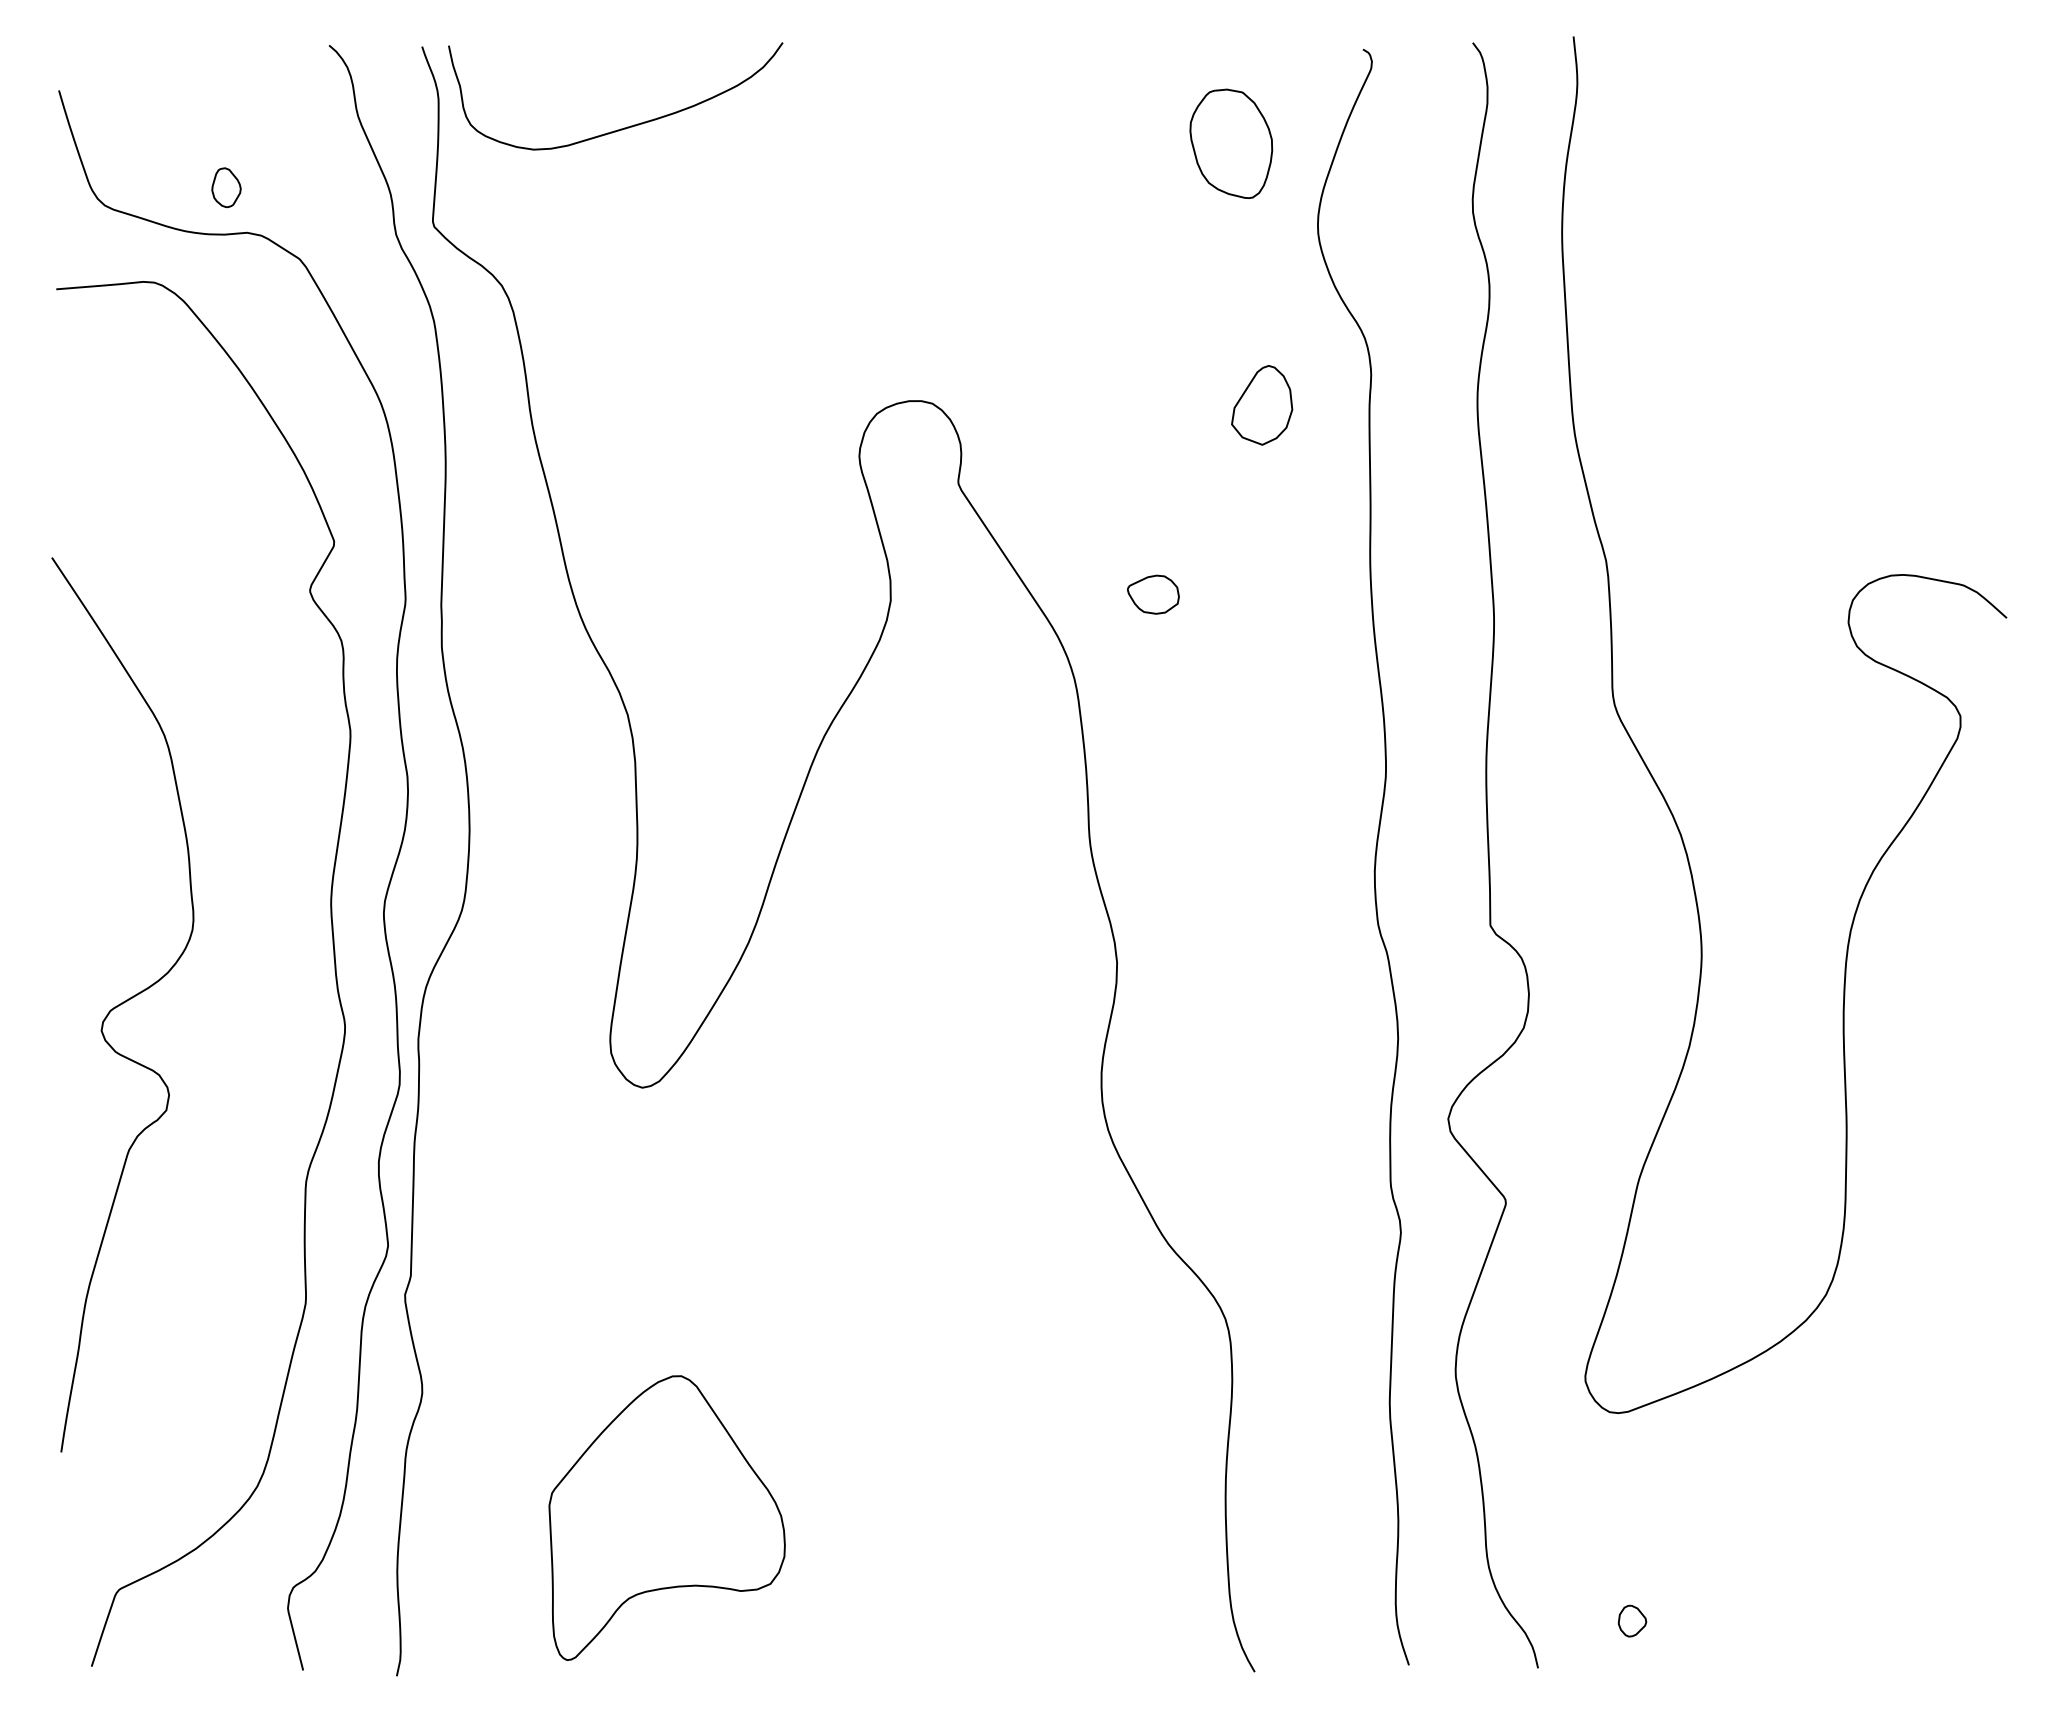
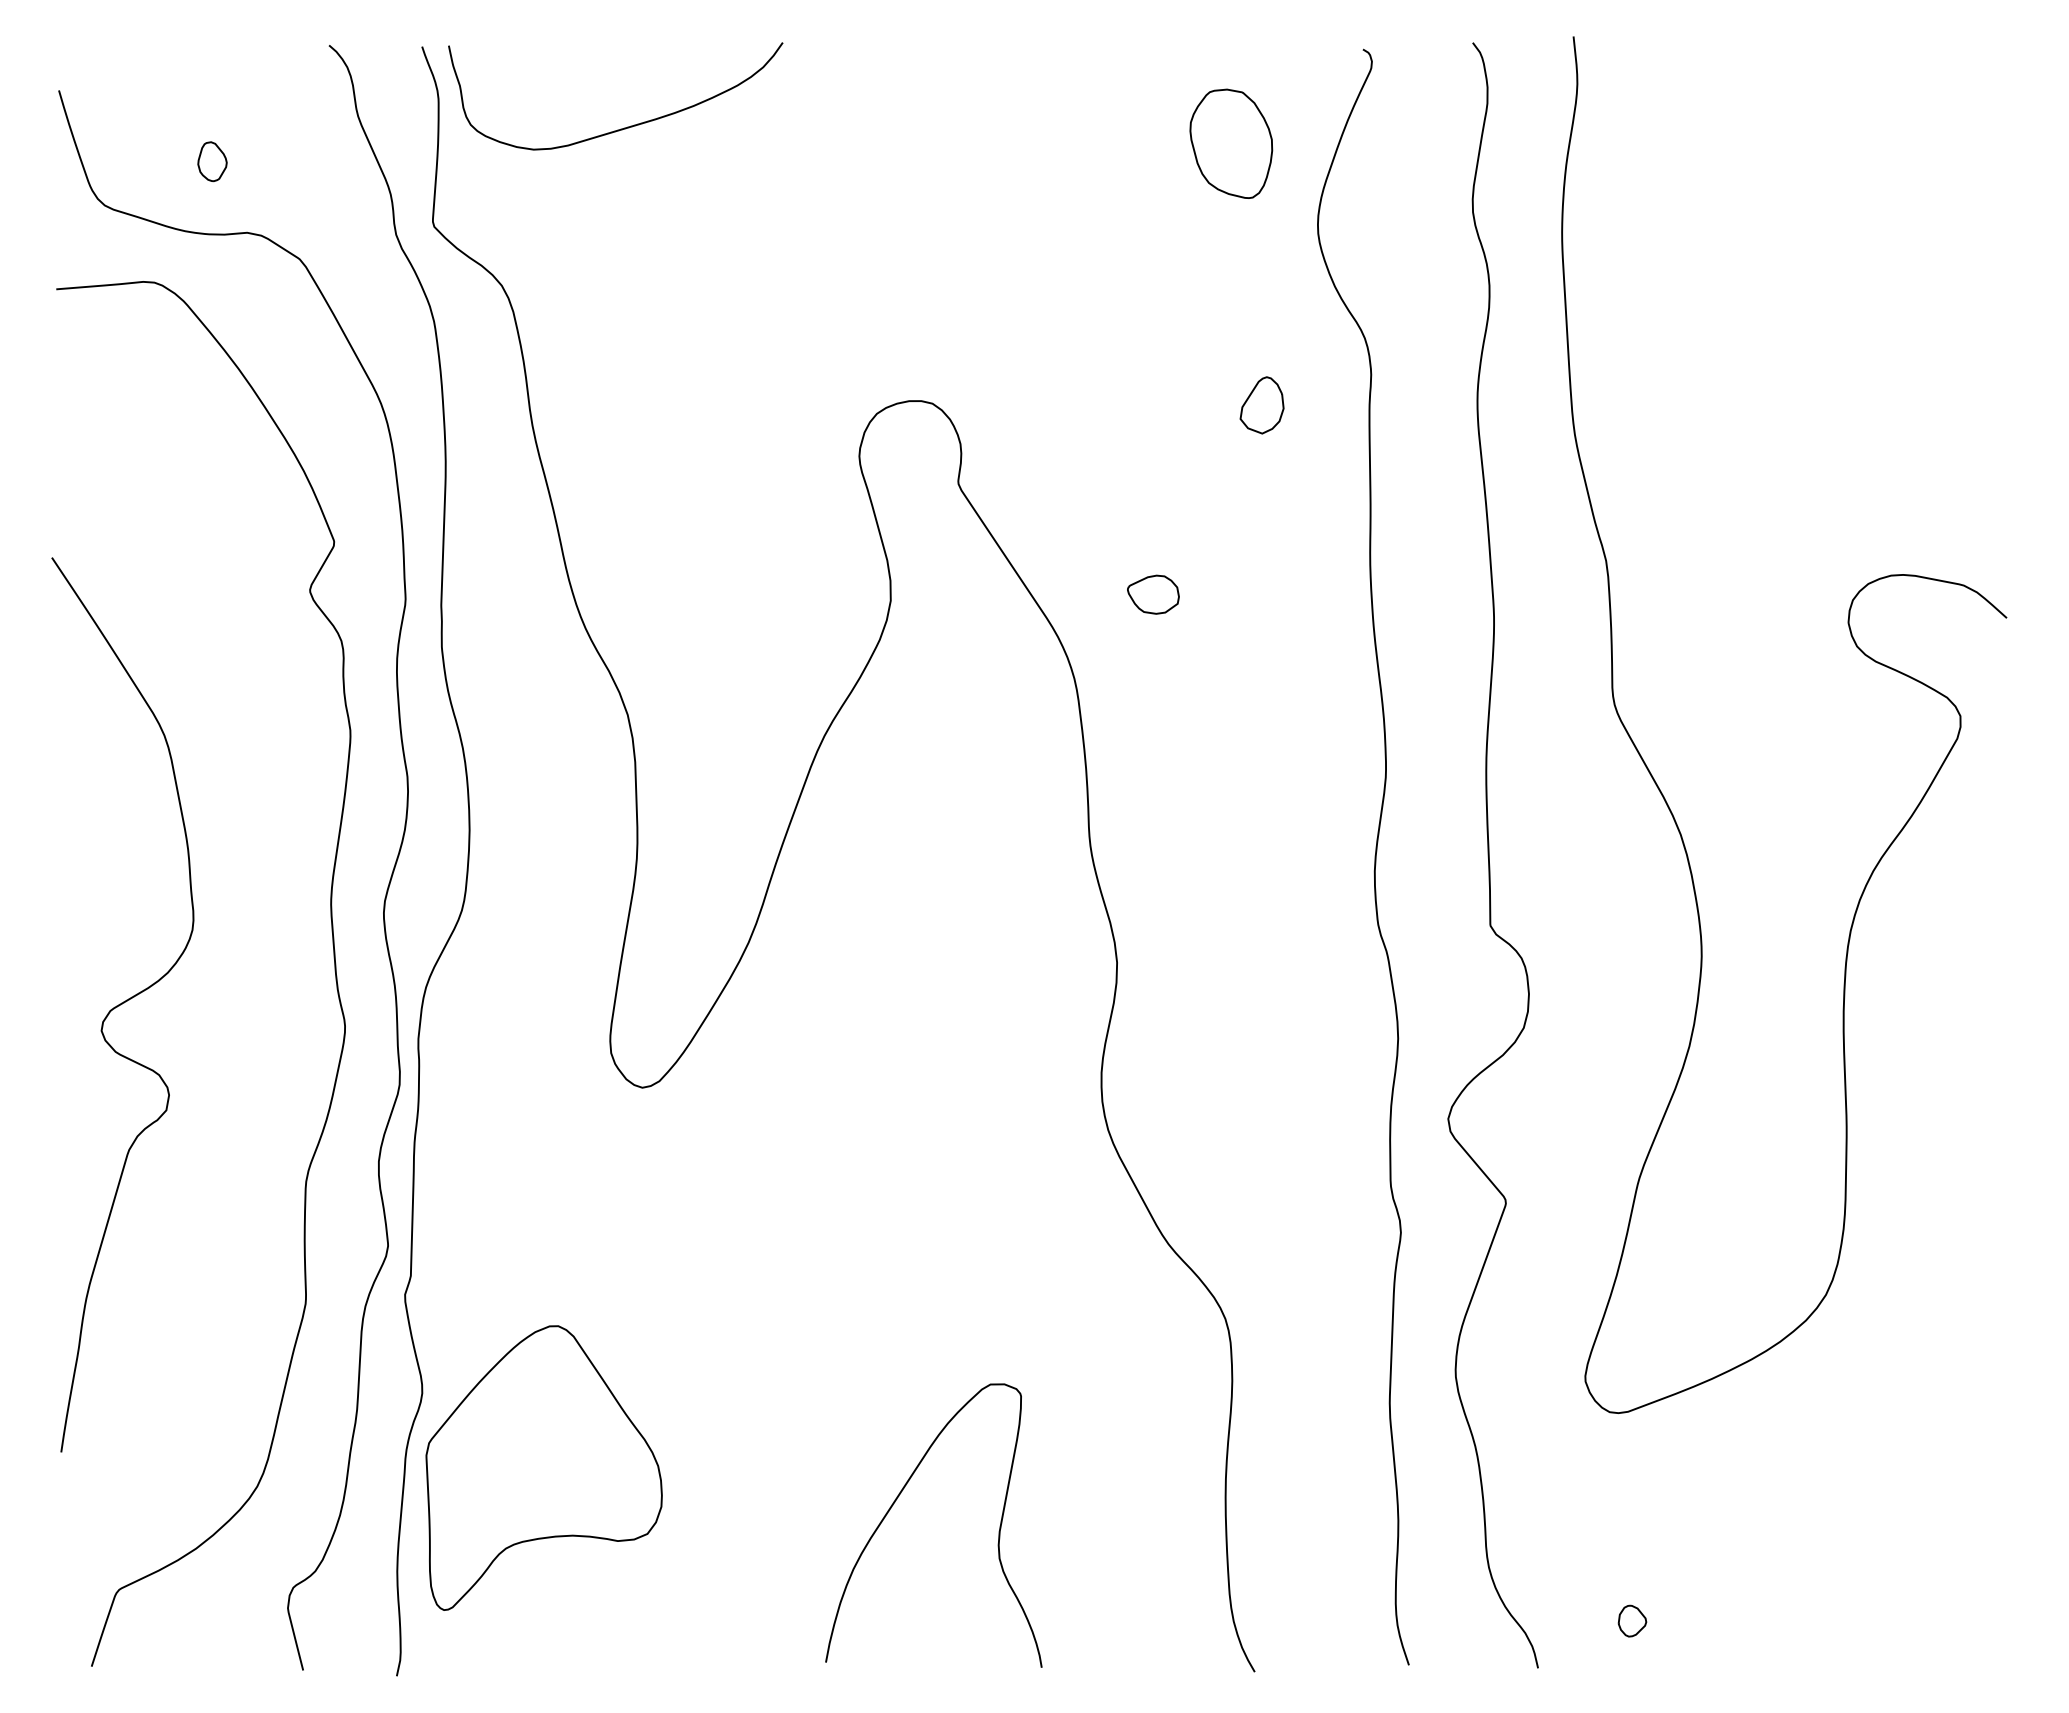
part at (226, 187) position: (226, 187) -> (212, 161)
part at (1262, 405) size: 63x81 px -> 46x59 px
curve at (897, 1499): none -> present
part at (666, 1517) position: (666, 1517) -> (543, 1467)
